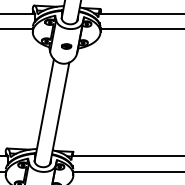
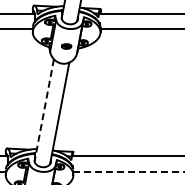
line at (44, 110): solid -> dashed
line at (129, 172): solid -> dashed
